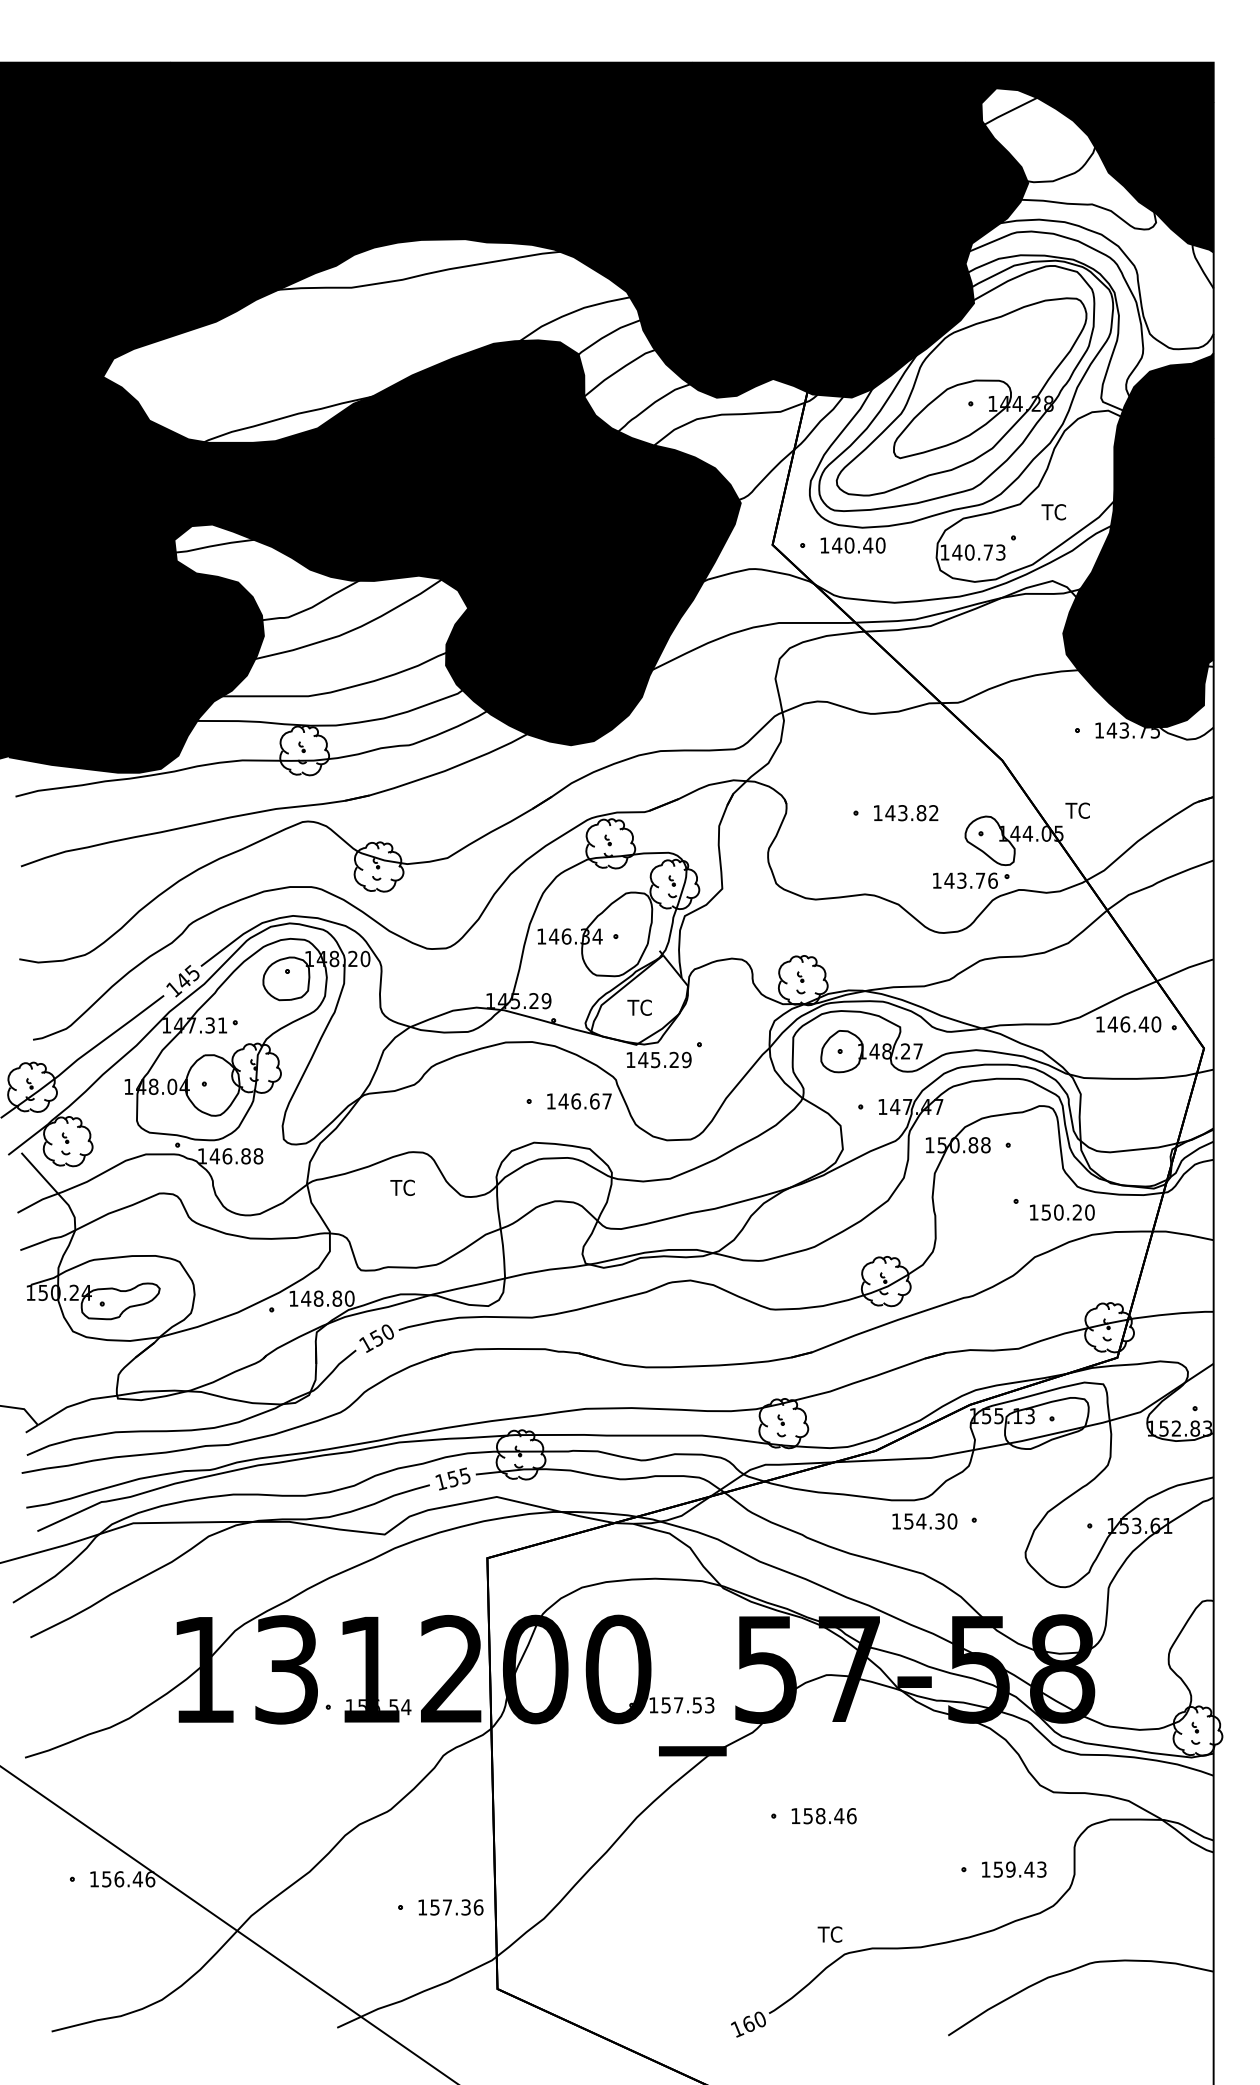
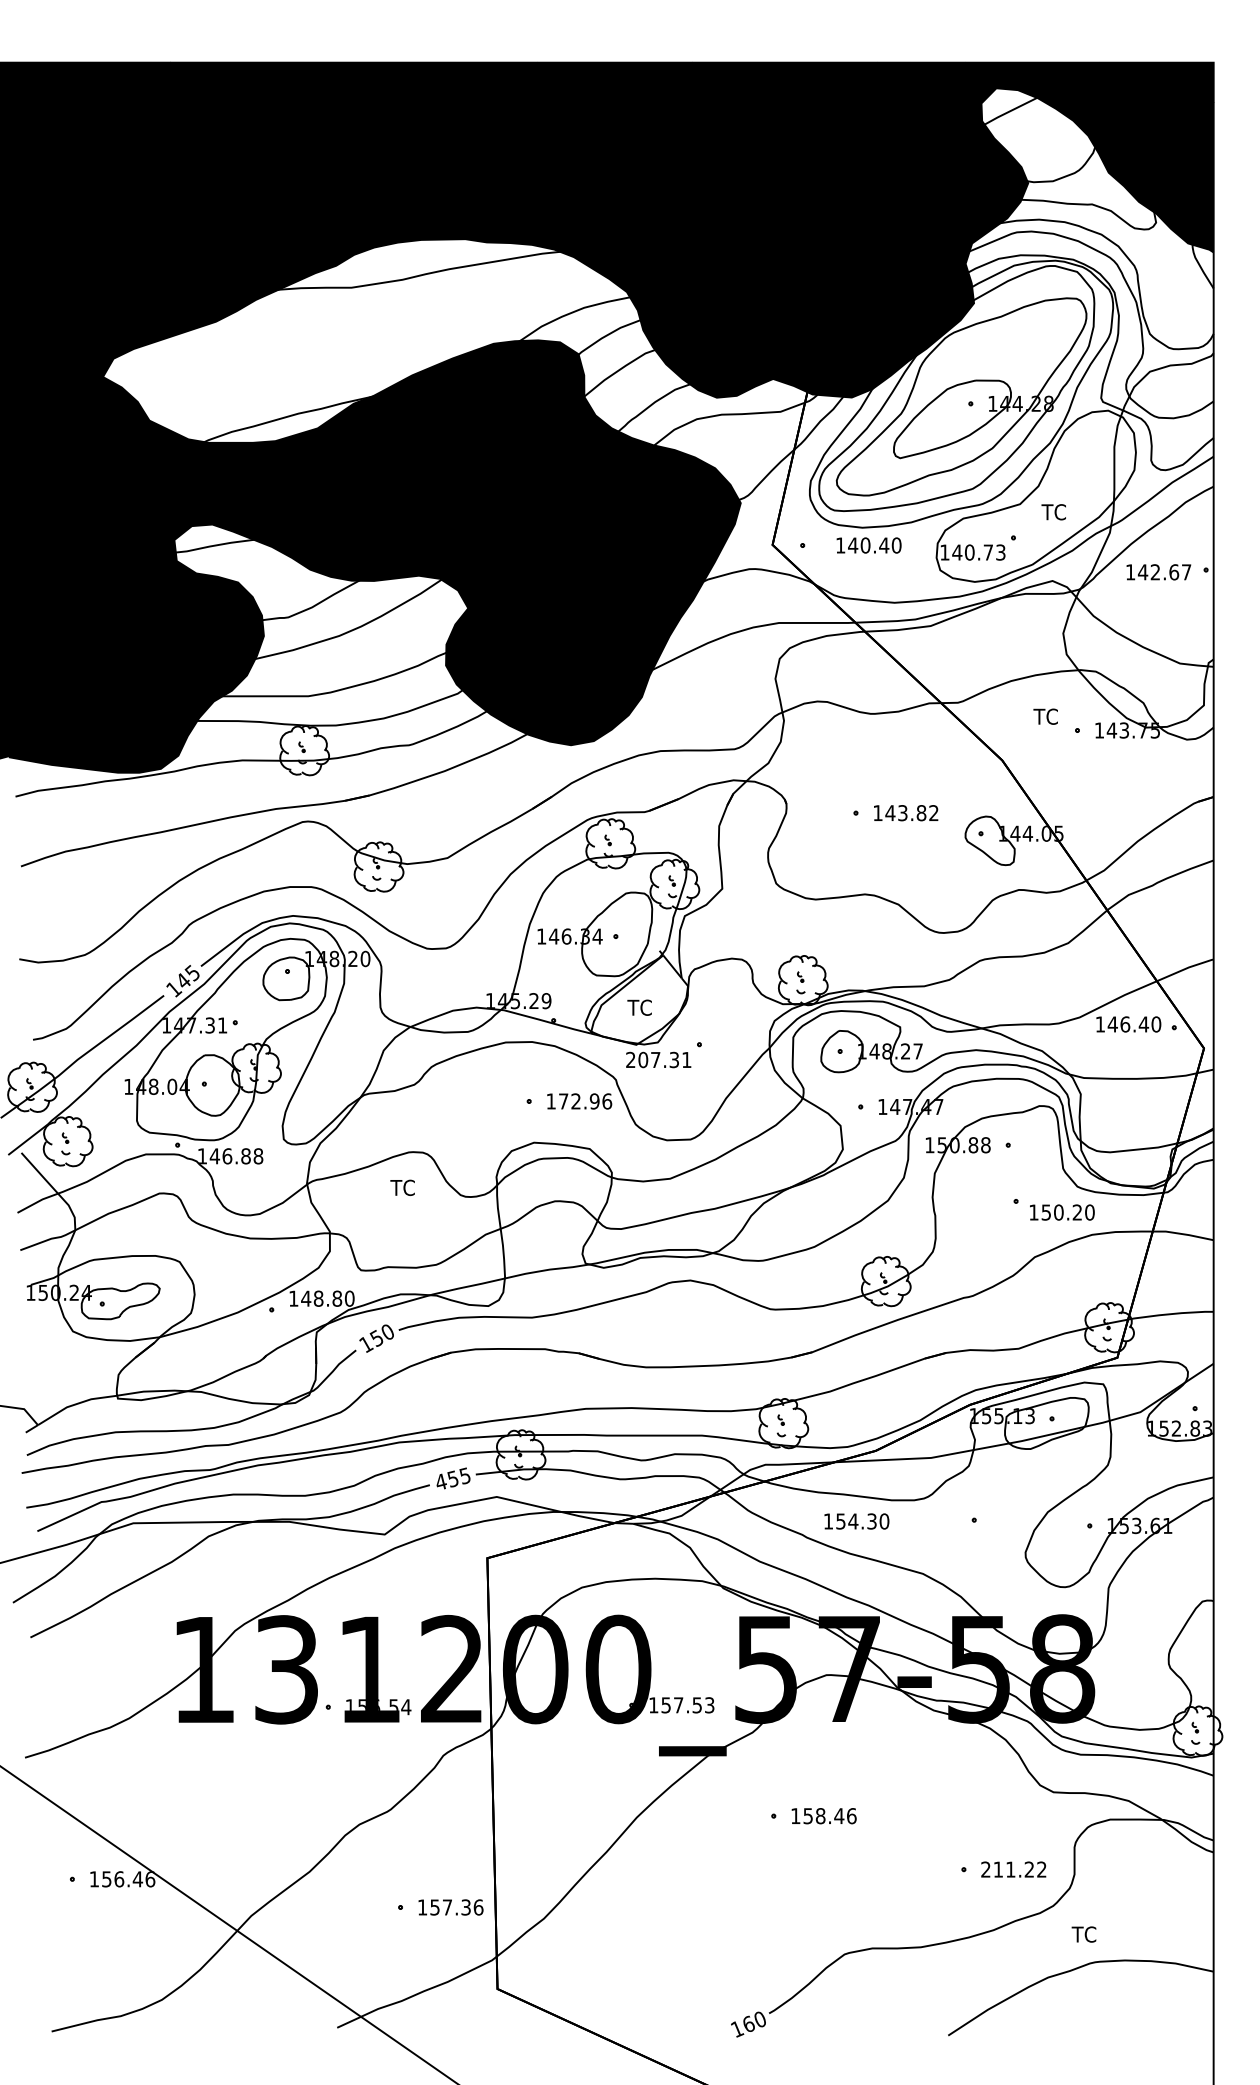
fill at (1138, 540): present -> none
text at (852, 545) position: (852, 545) -> (868, 545)
text at (1077, 810) position: (1077, 810) -> (1045, 716)
part at (971, 880): present -> none
text at (658, 1059): 145.29 -> 207.31
text at (585, 1101): 146.67 -> 172.96
text at (441, 1481): 155 -> 455
text at (924, 1521) position: (924, 1521) -> (856, 1521)
text at (1013, 1869): 159.43 -> 211.22
text at (829, 1934) position: (829, 1934) -> (1083, 1934)
